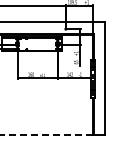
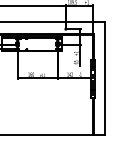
line at (46, 135): dashed -> solid
